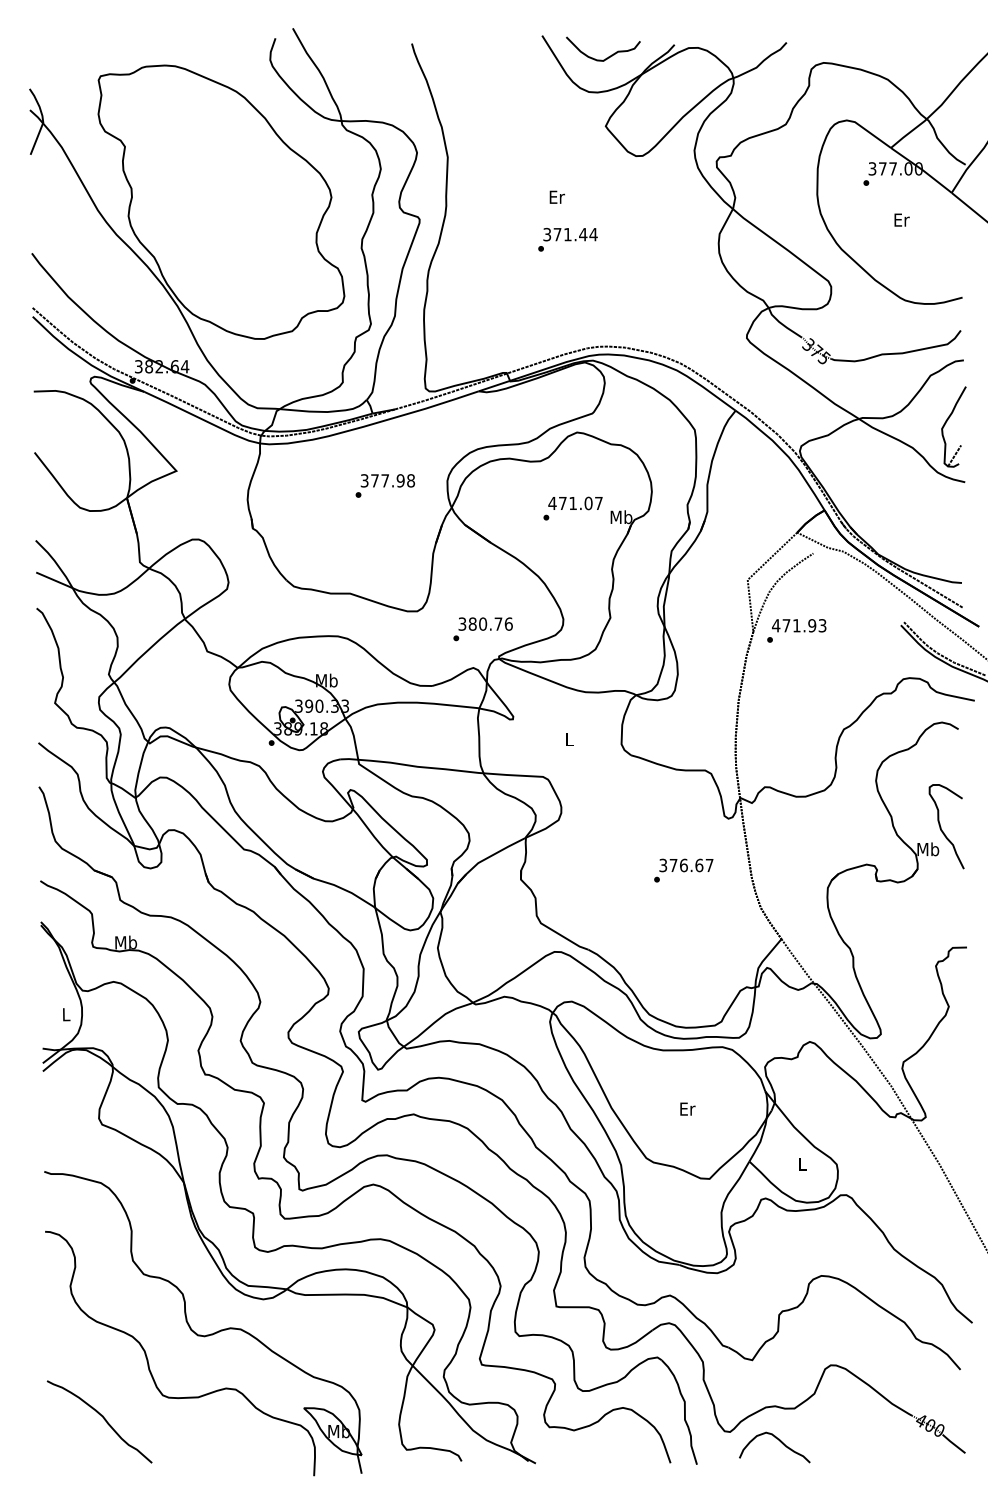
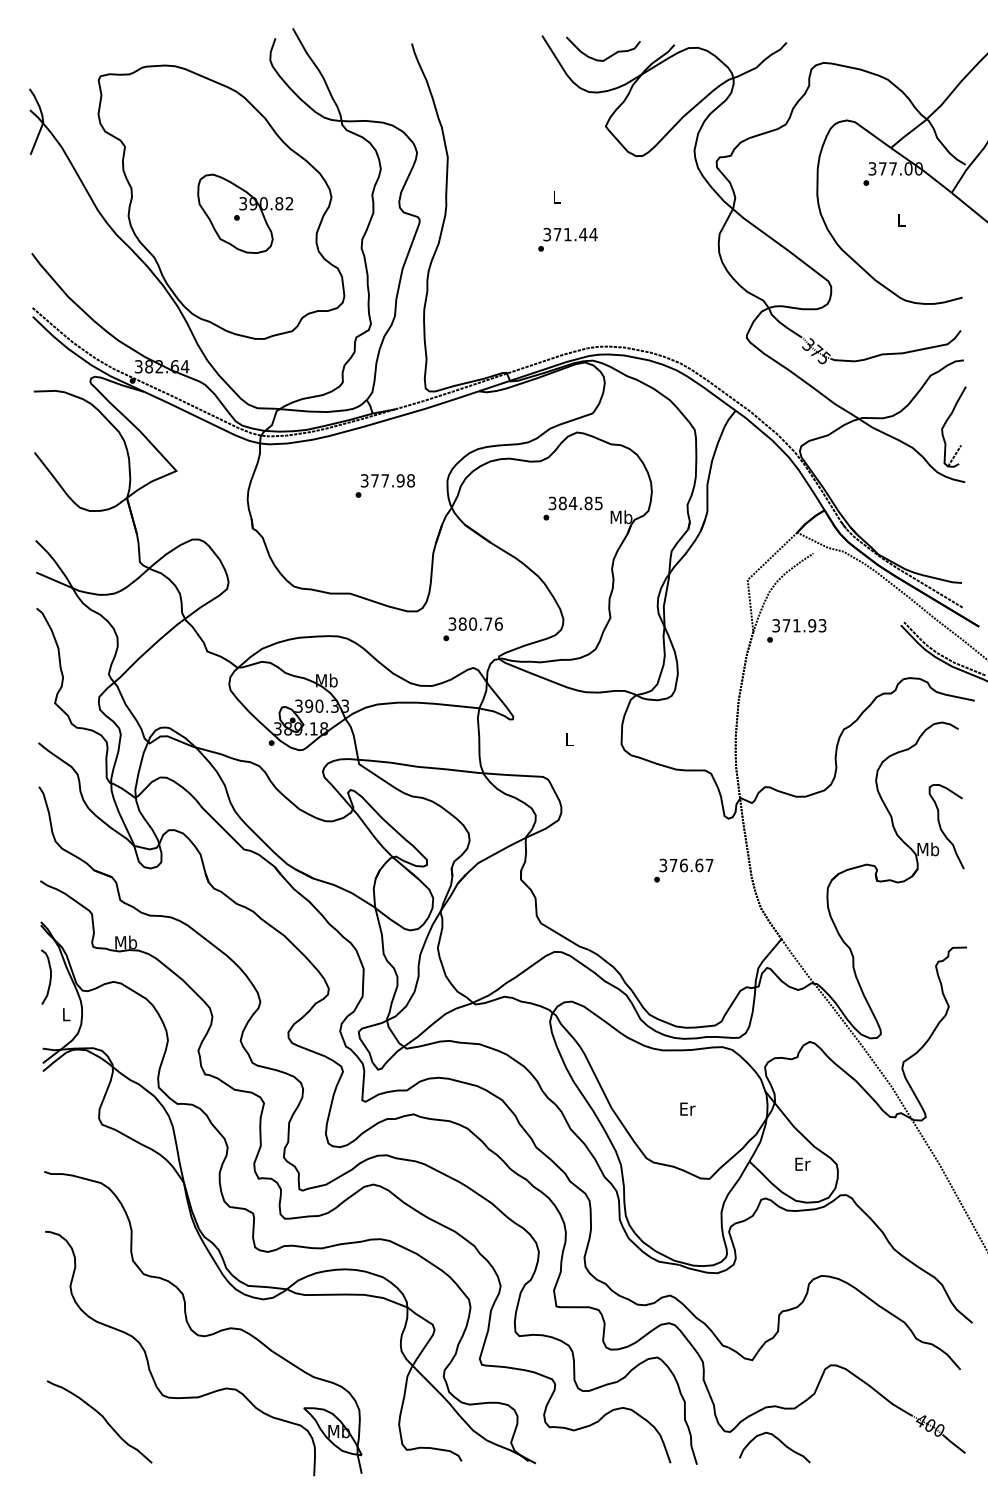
text at (556, 196): Er -> L
part at (245, 213): none -> present
text at (901, 219): Er -> L
text at (575, 503): 471.07 -> 384.85
text at (776, 625): 471.93 -> 371.93
text at (482, 629) position: (482, 629) -> (472, 629)
curve at (49, 978): none -> present
text at (802, 1163): L -> Er
